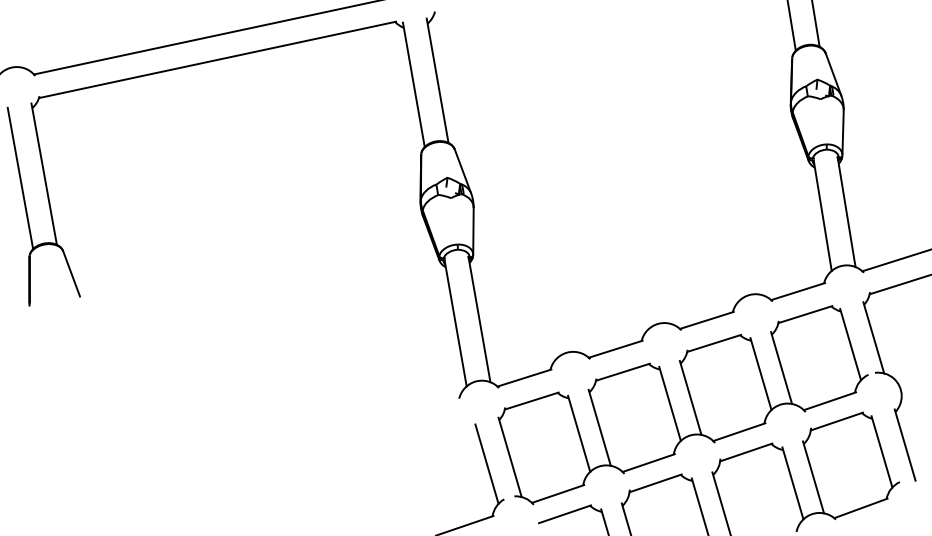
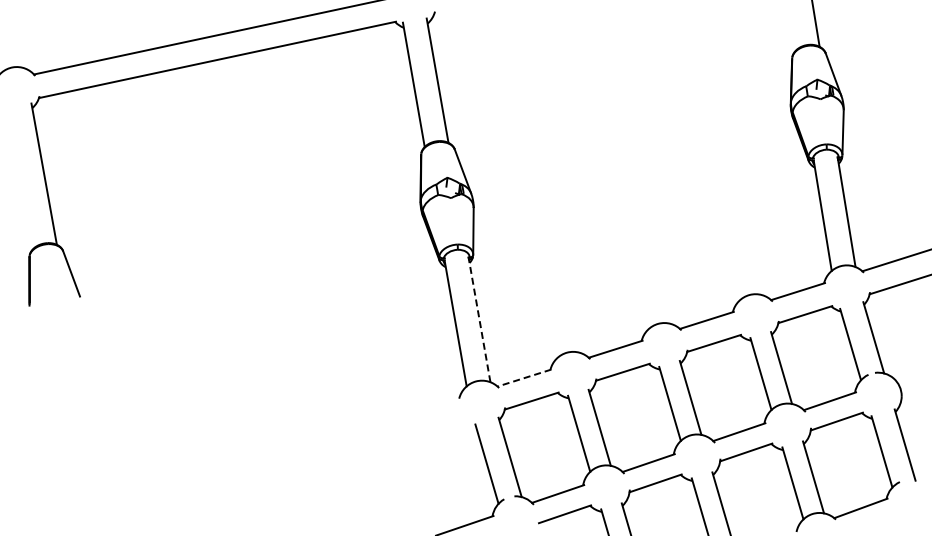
line at (791, 26): present -> none
line at (20, 178): present -> none
line at (479, 319): solid -> dashed
line at (524, 378): solid -> dashed
